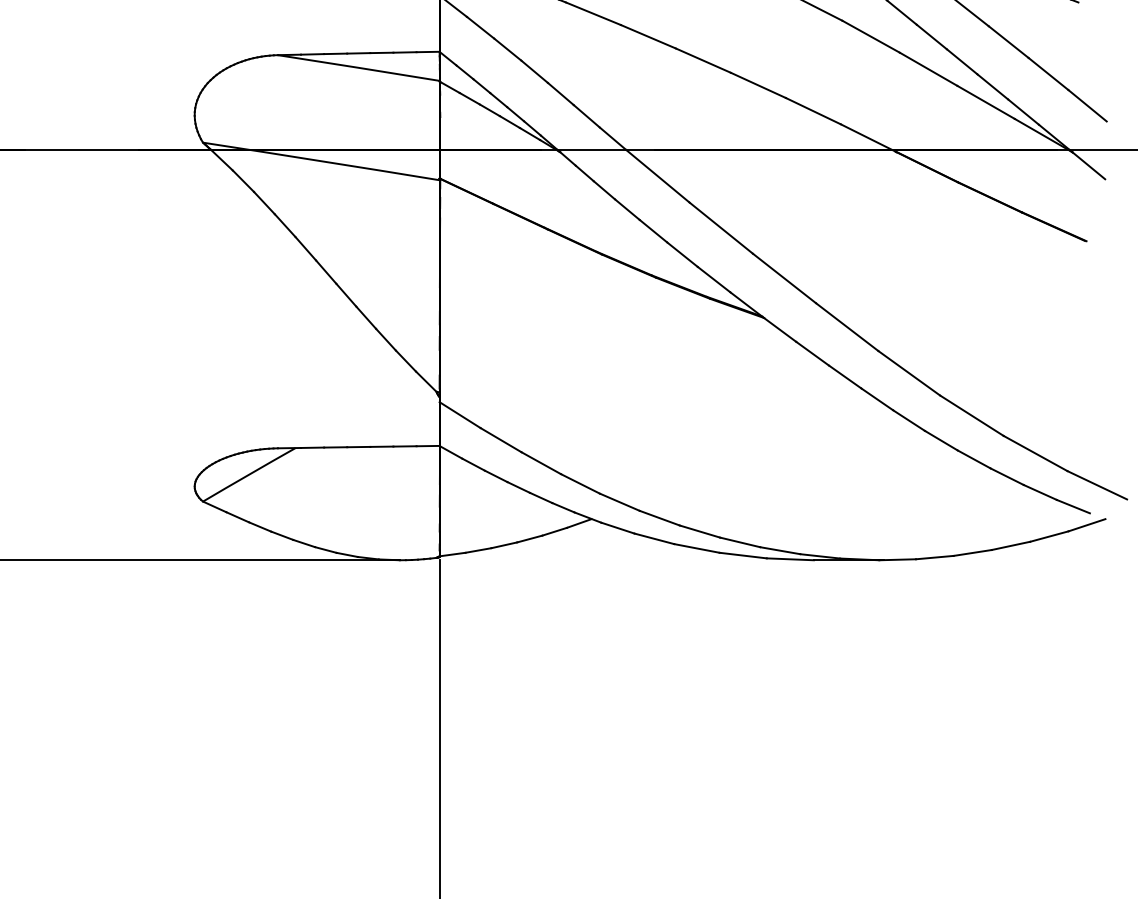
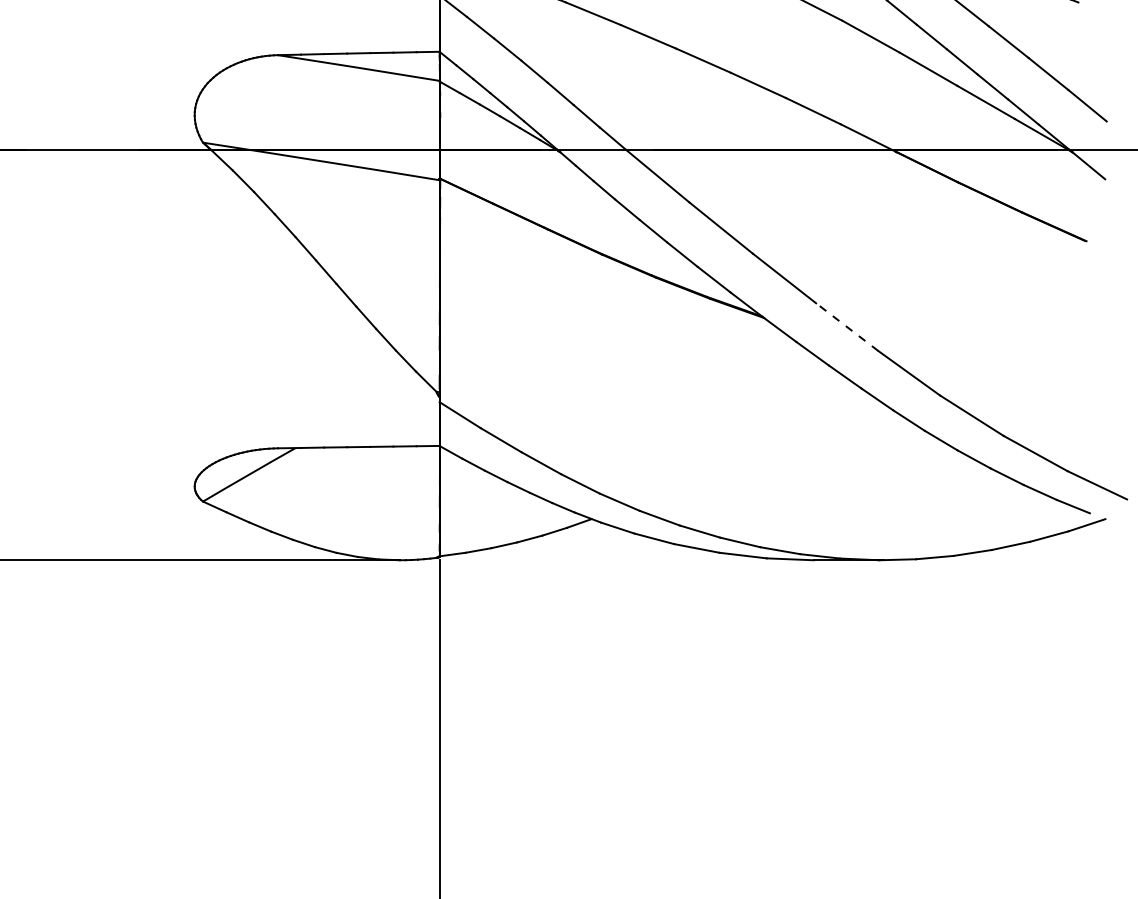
line at (846, 326): solid -> dashed
